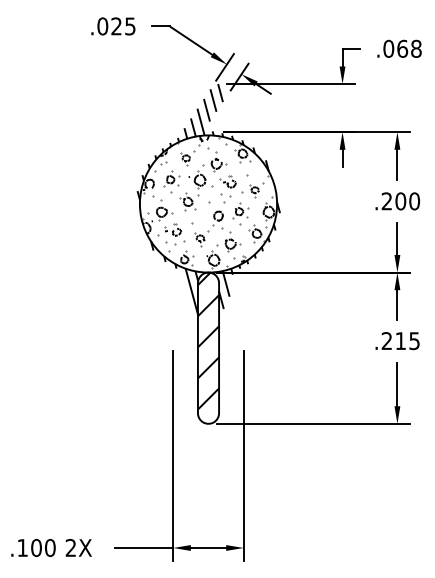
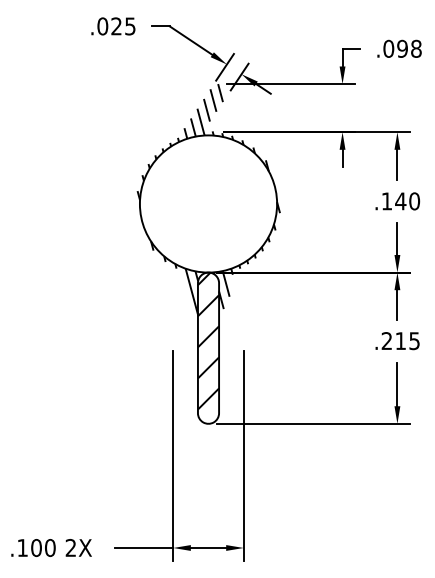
text at (402, 48): .068 -> .098
hatch at (208, 201): present -> none
text at (393, 201): .200 -> .140
